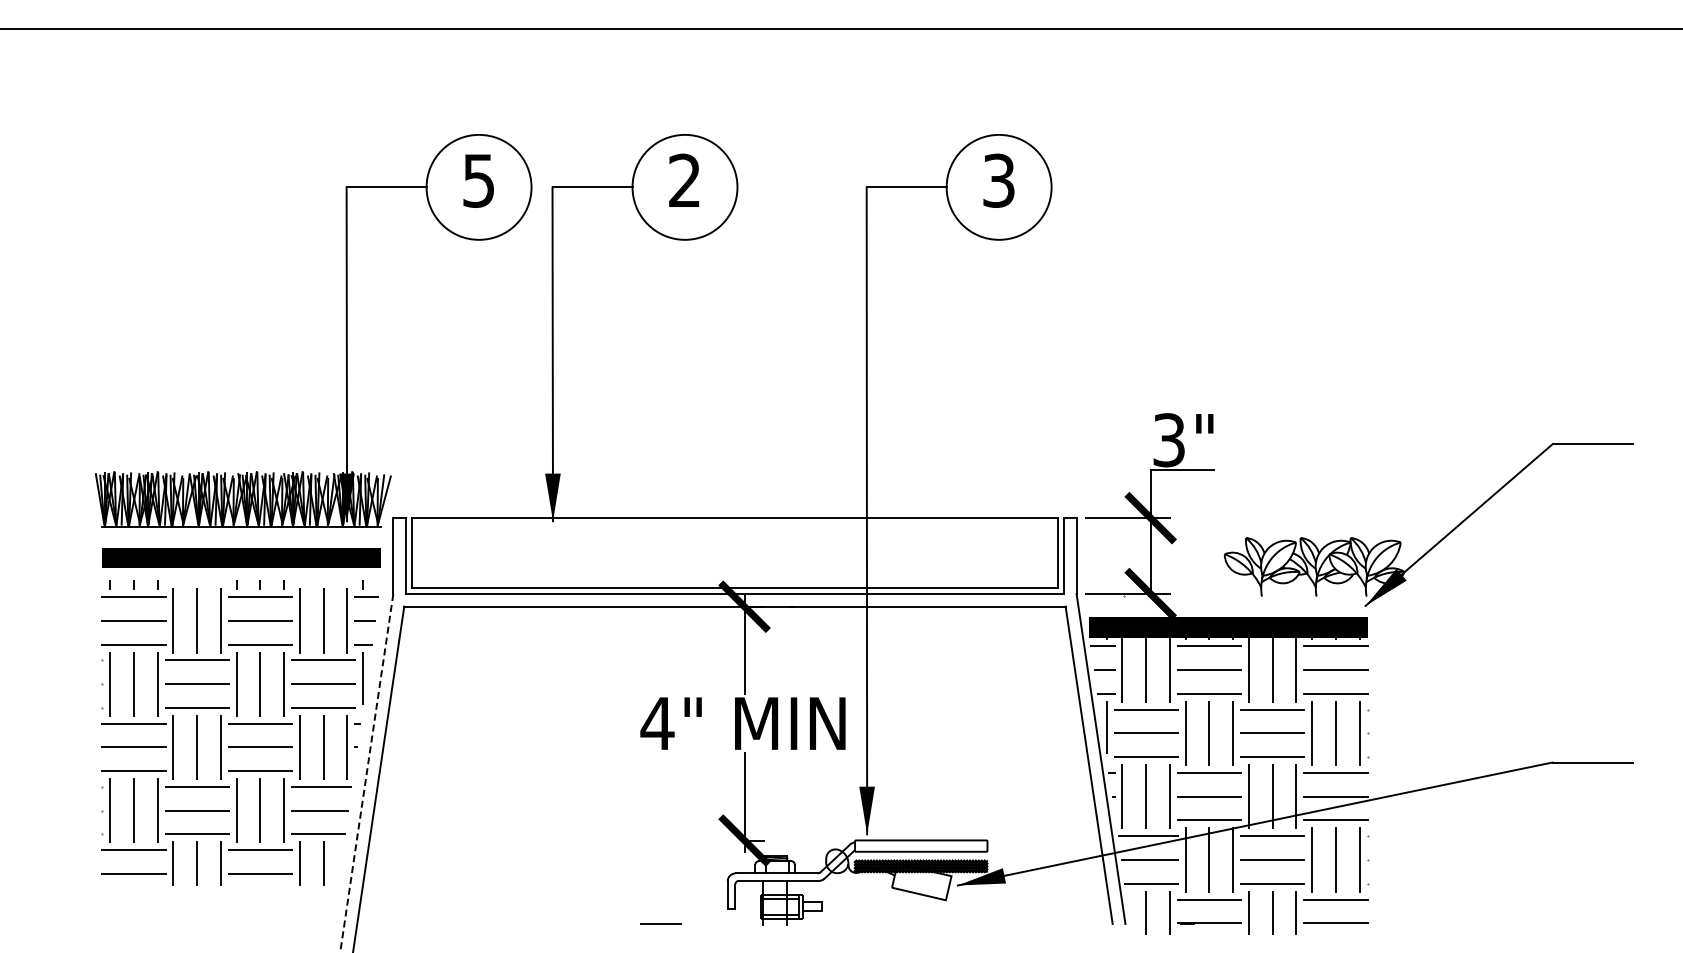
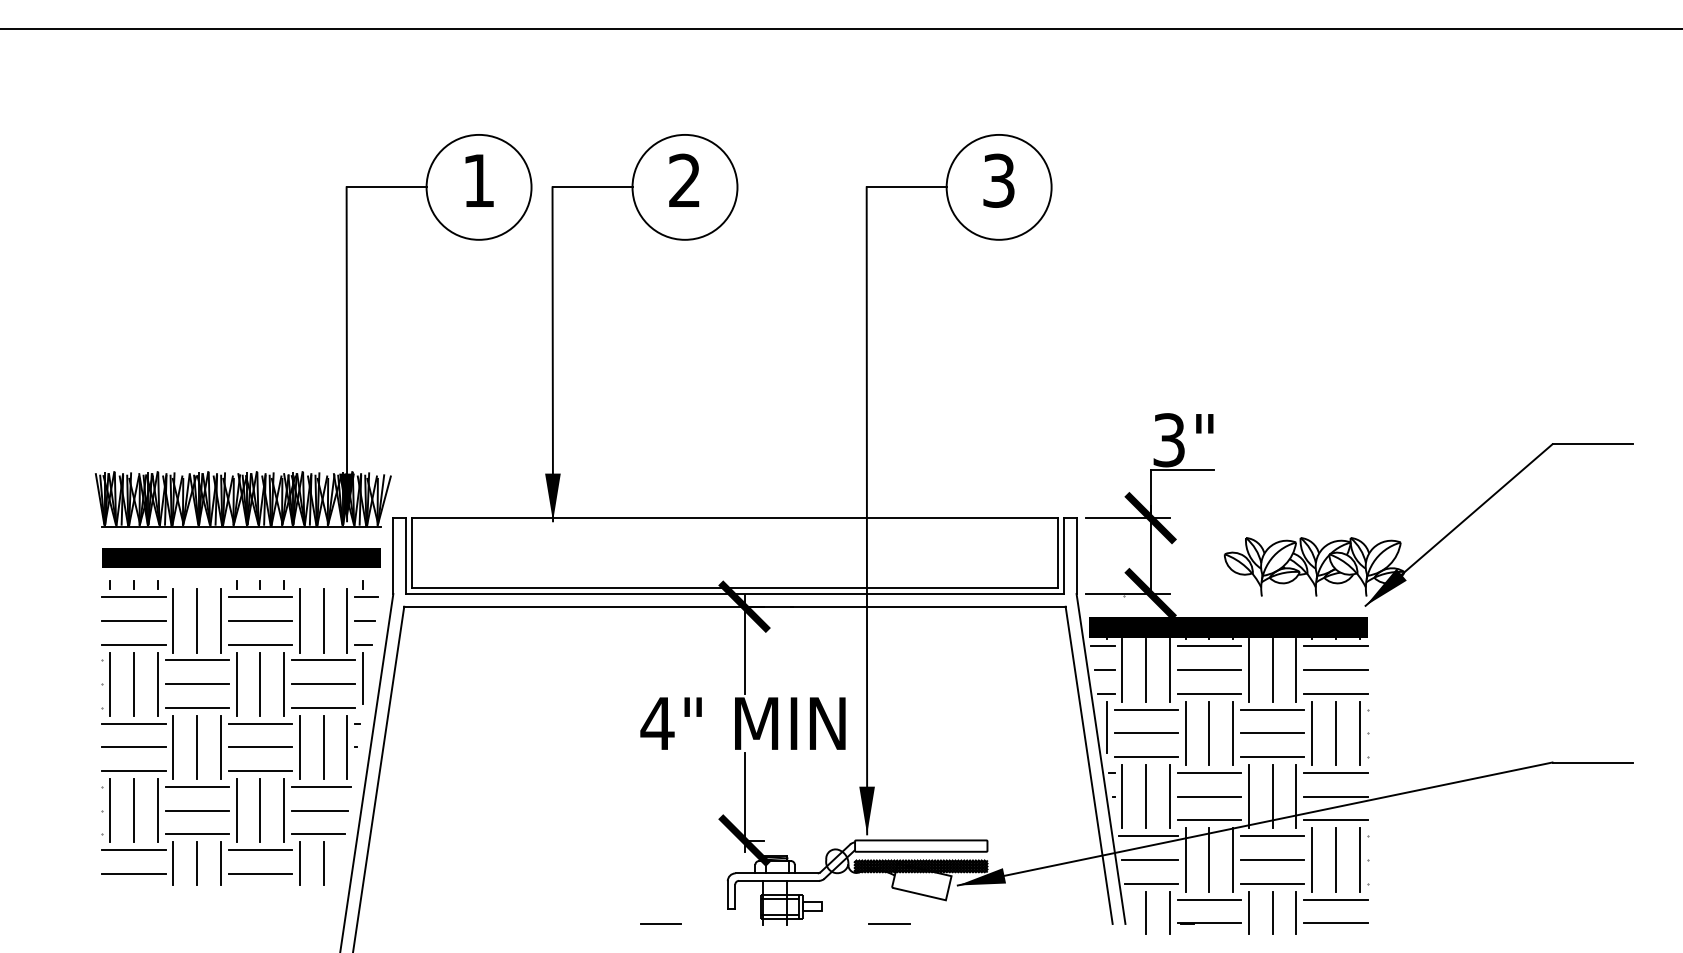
text at (478, 180): 5 -> 1
line at (366, 773): dashed -> solid
line at (889, 924): none -> present
